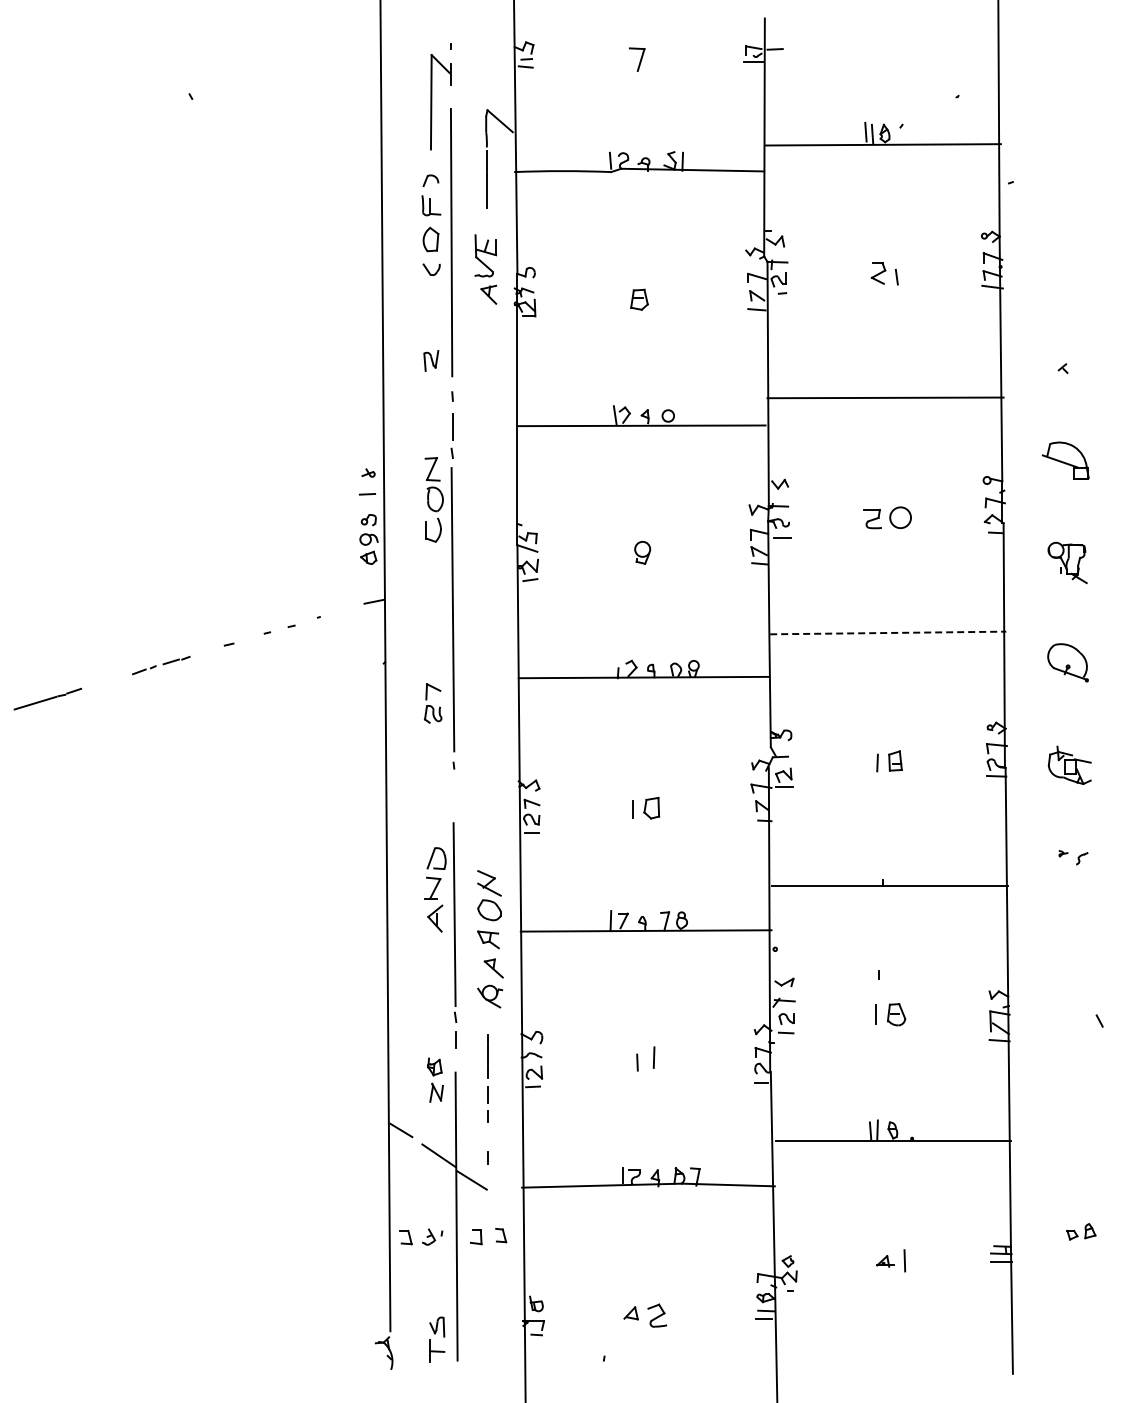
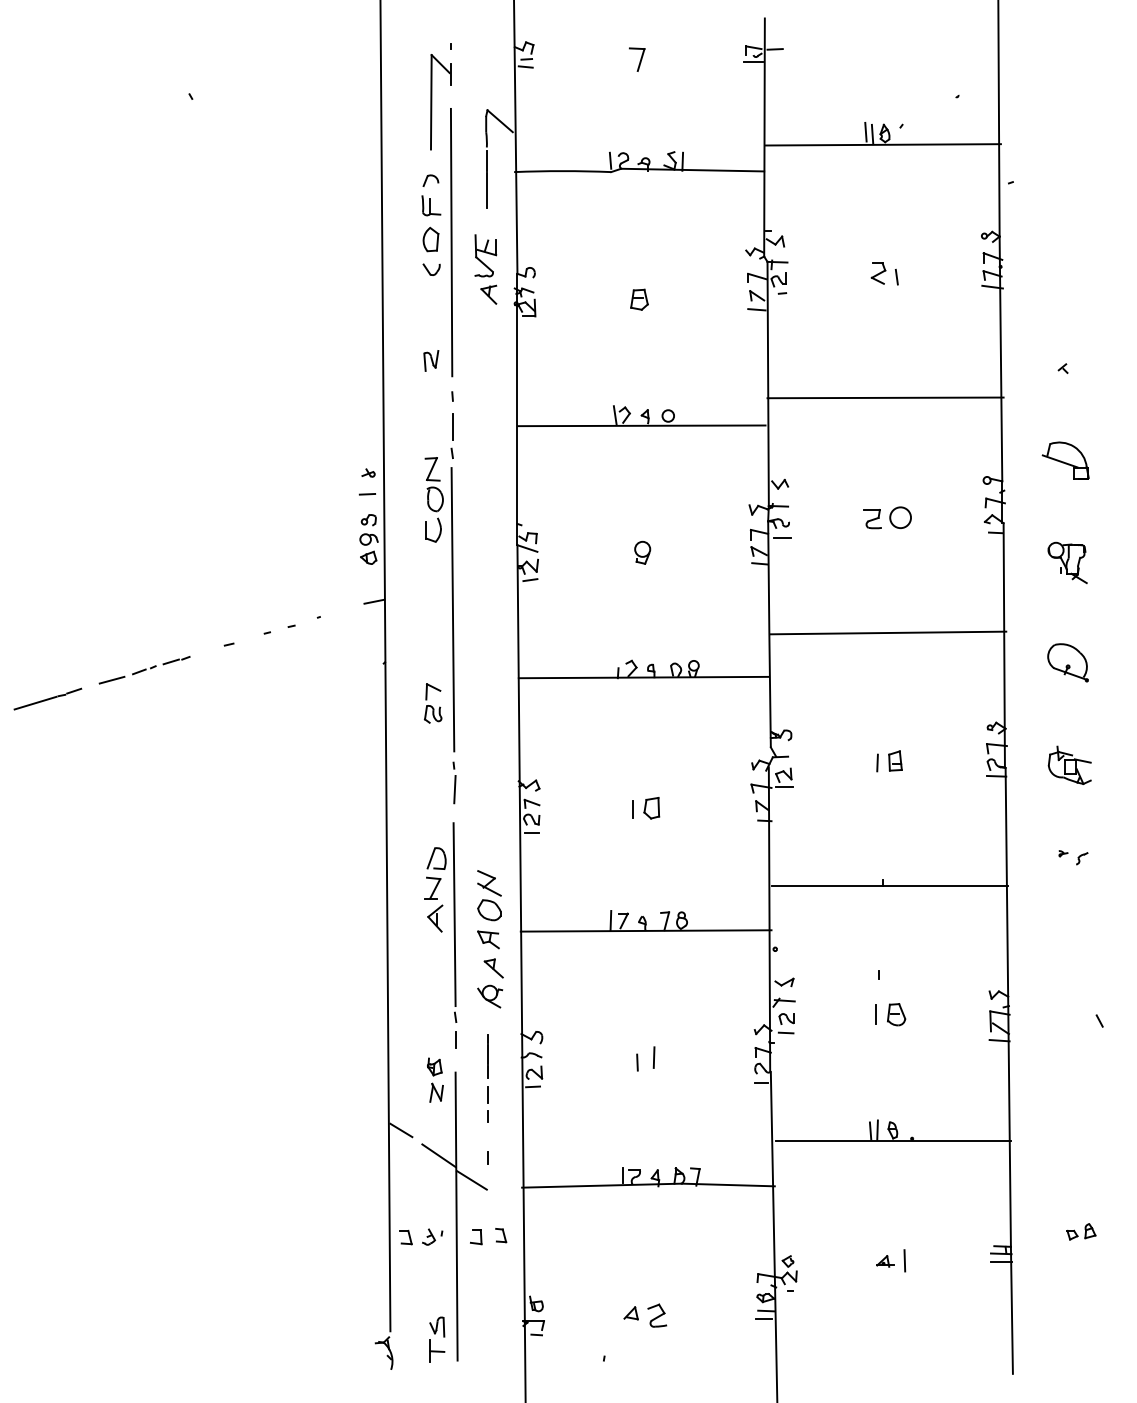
line at (888, 632): dashed -> solid
line at (111, 679): none -> present
line at (454, 789): none -> present
